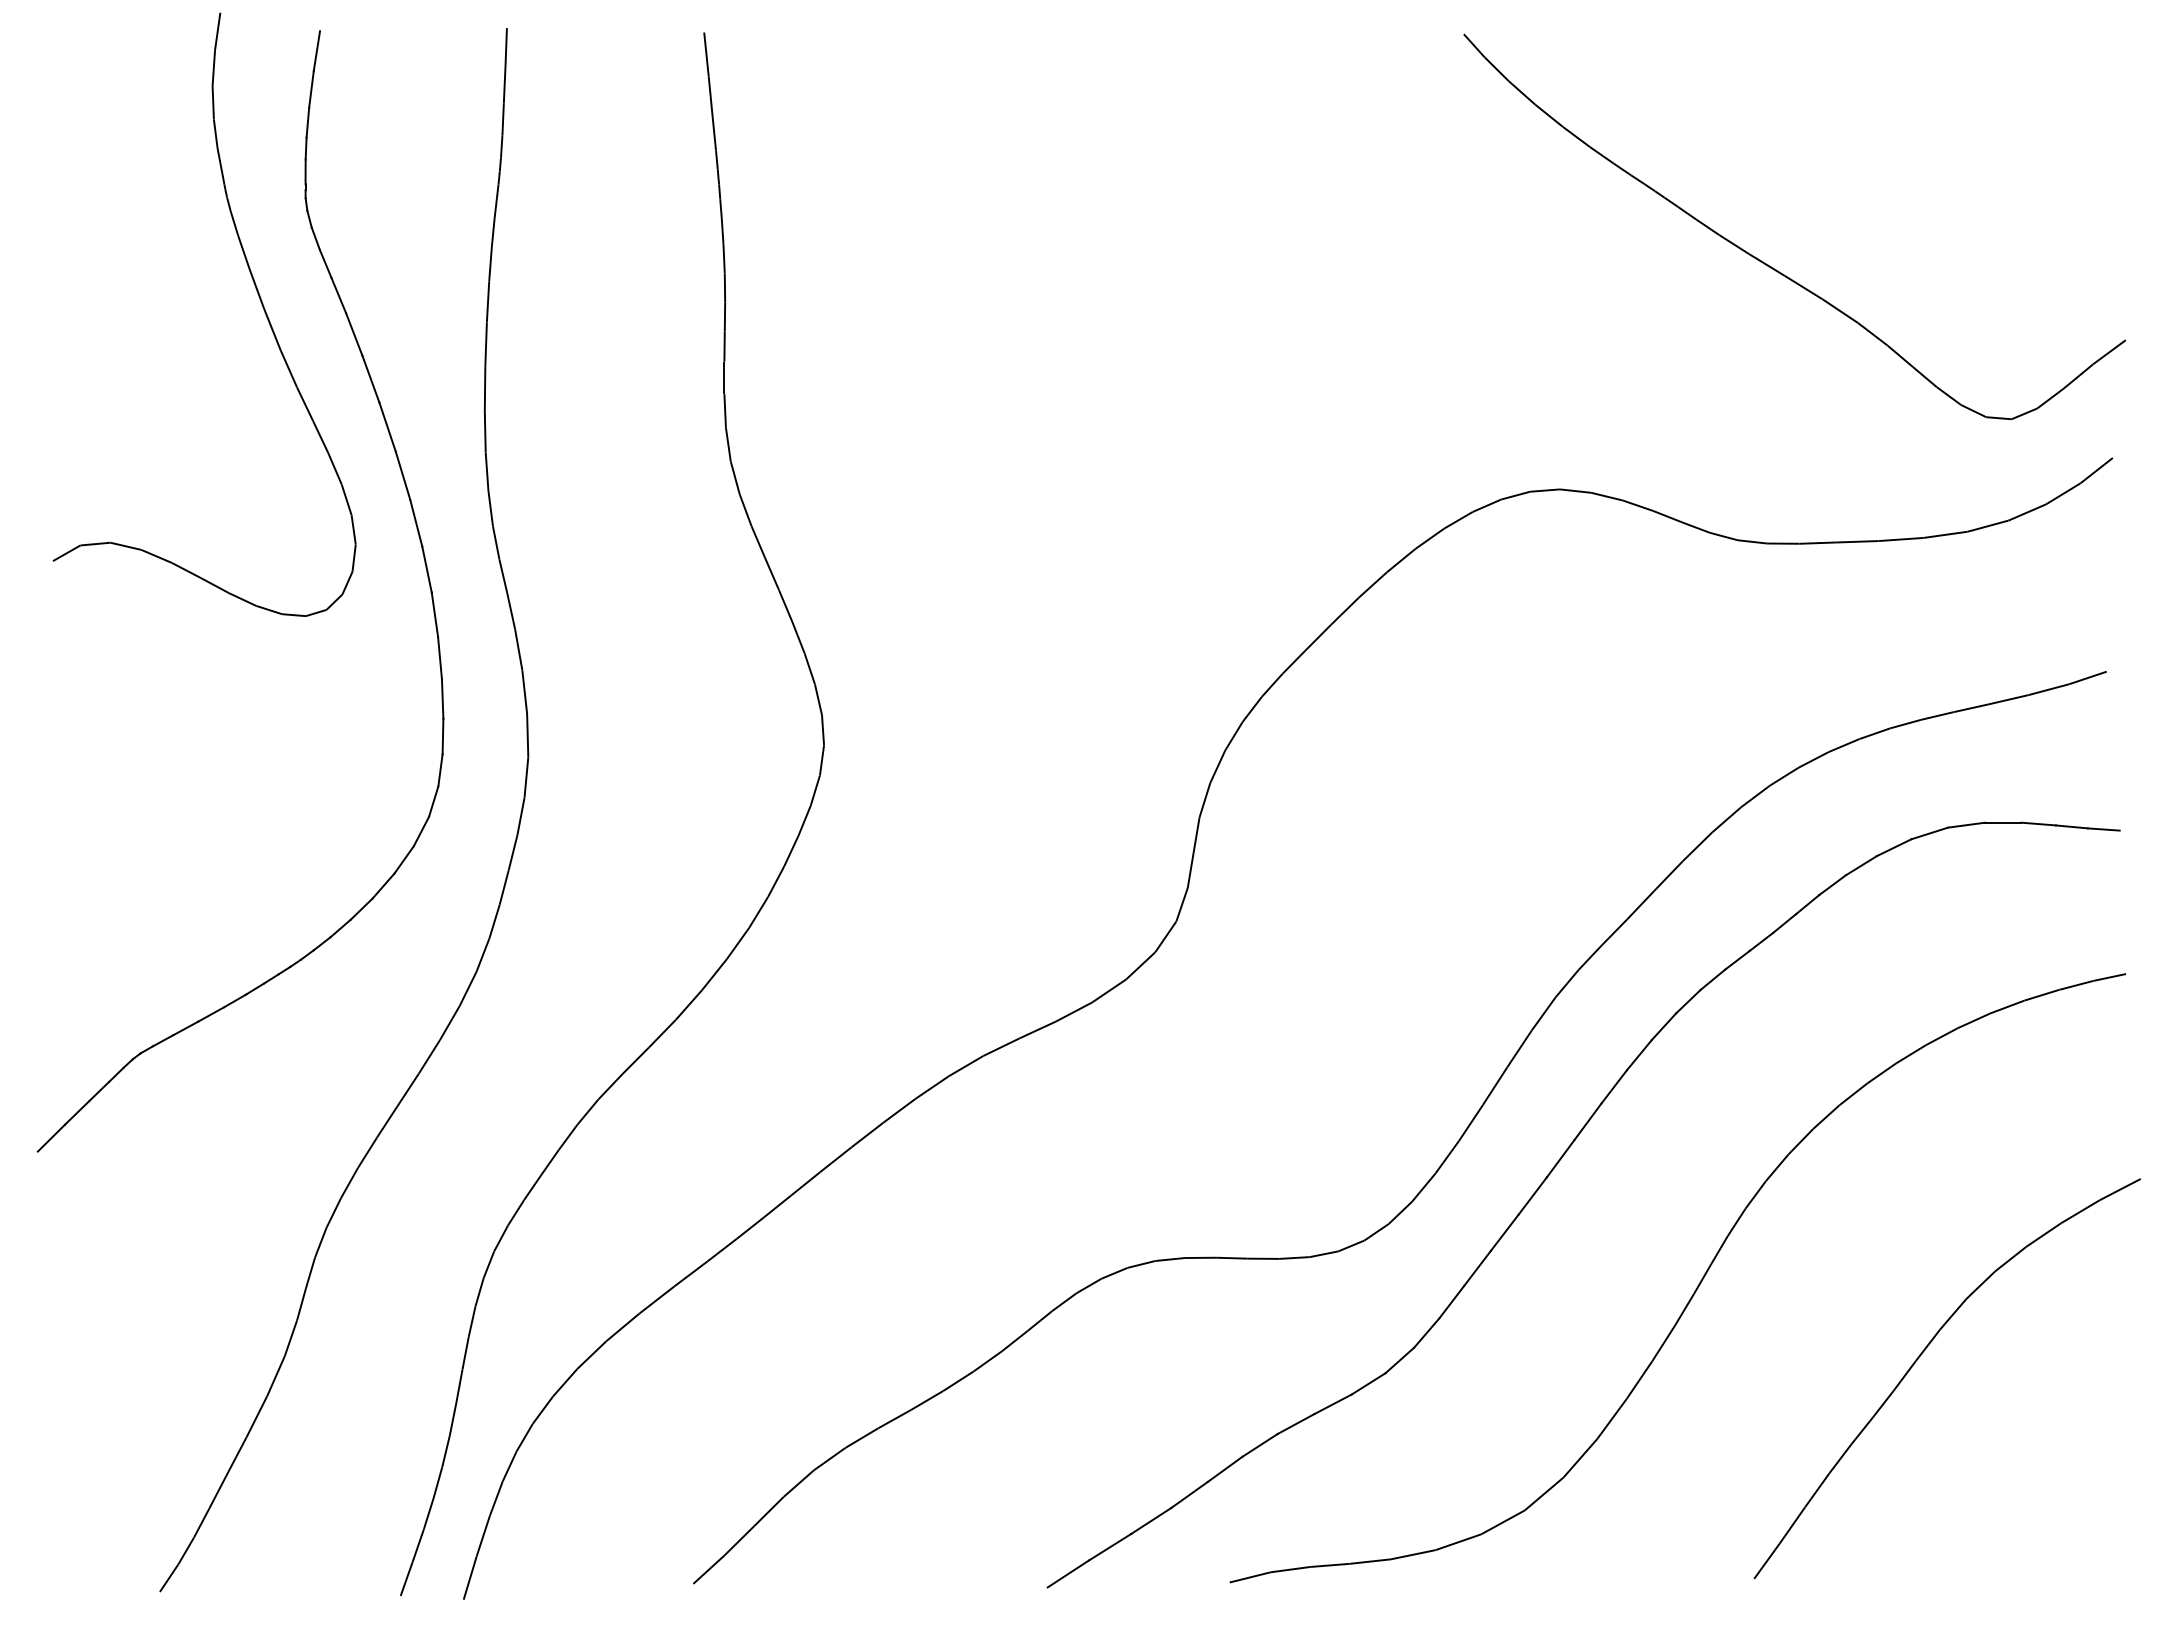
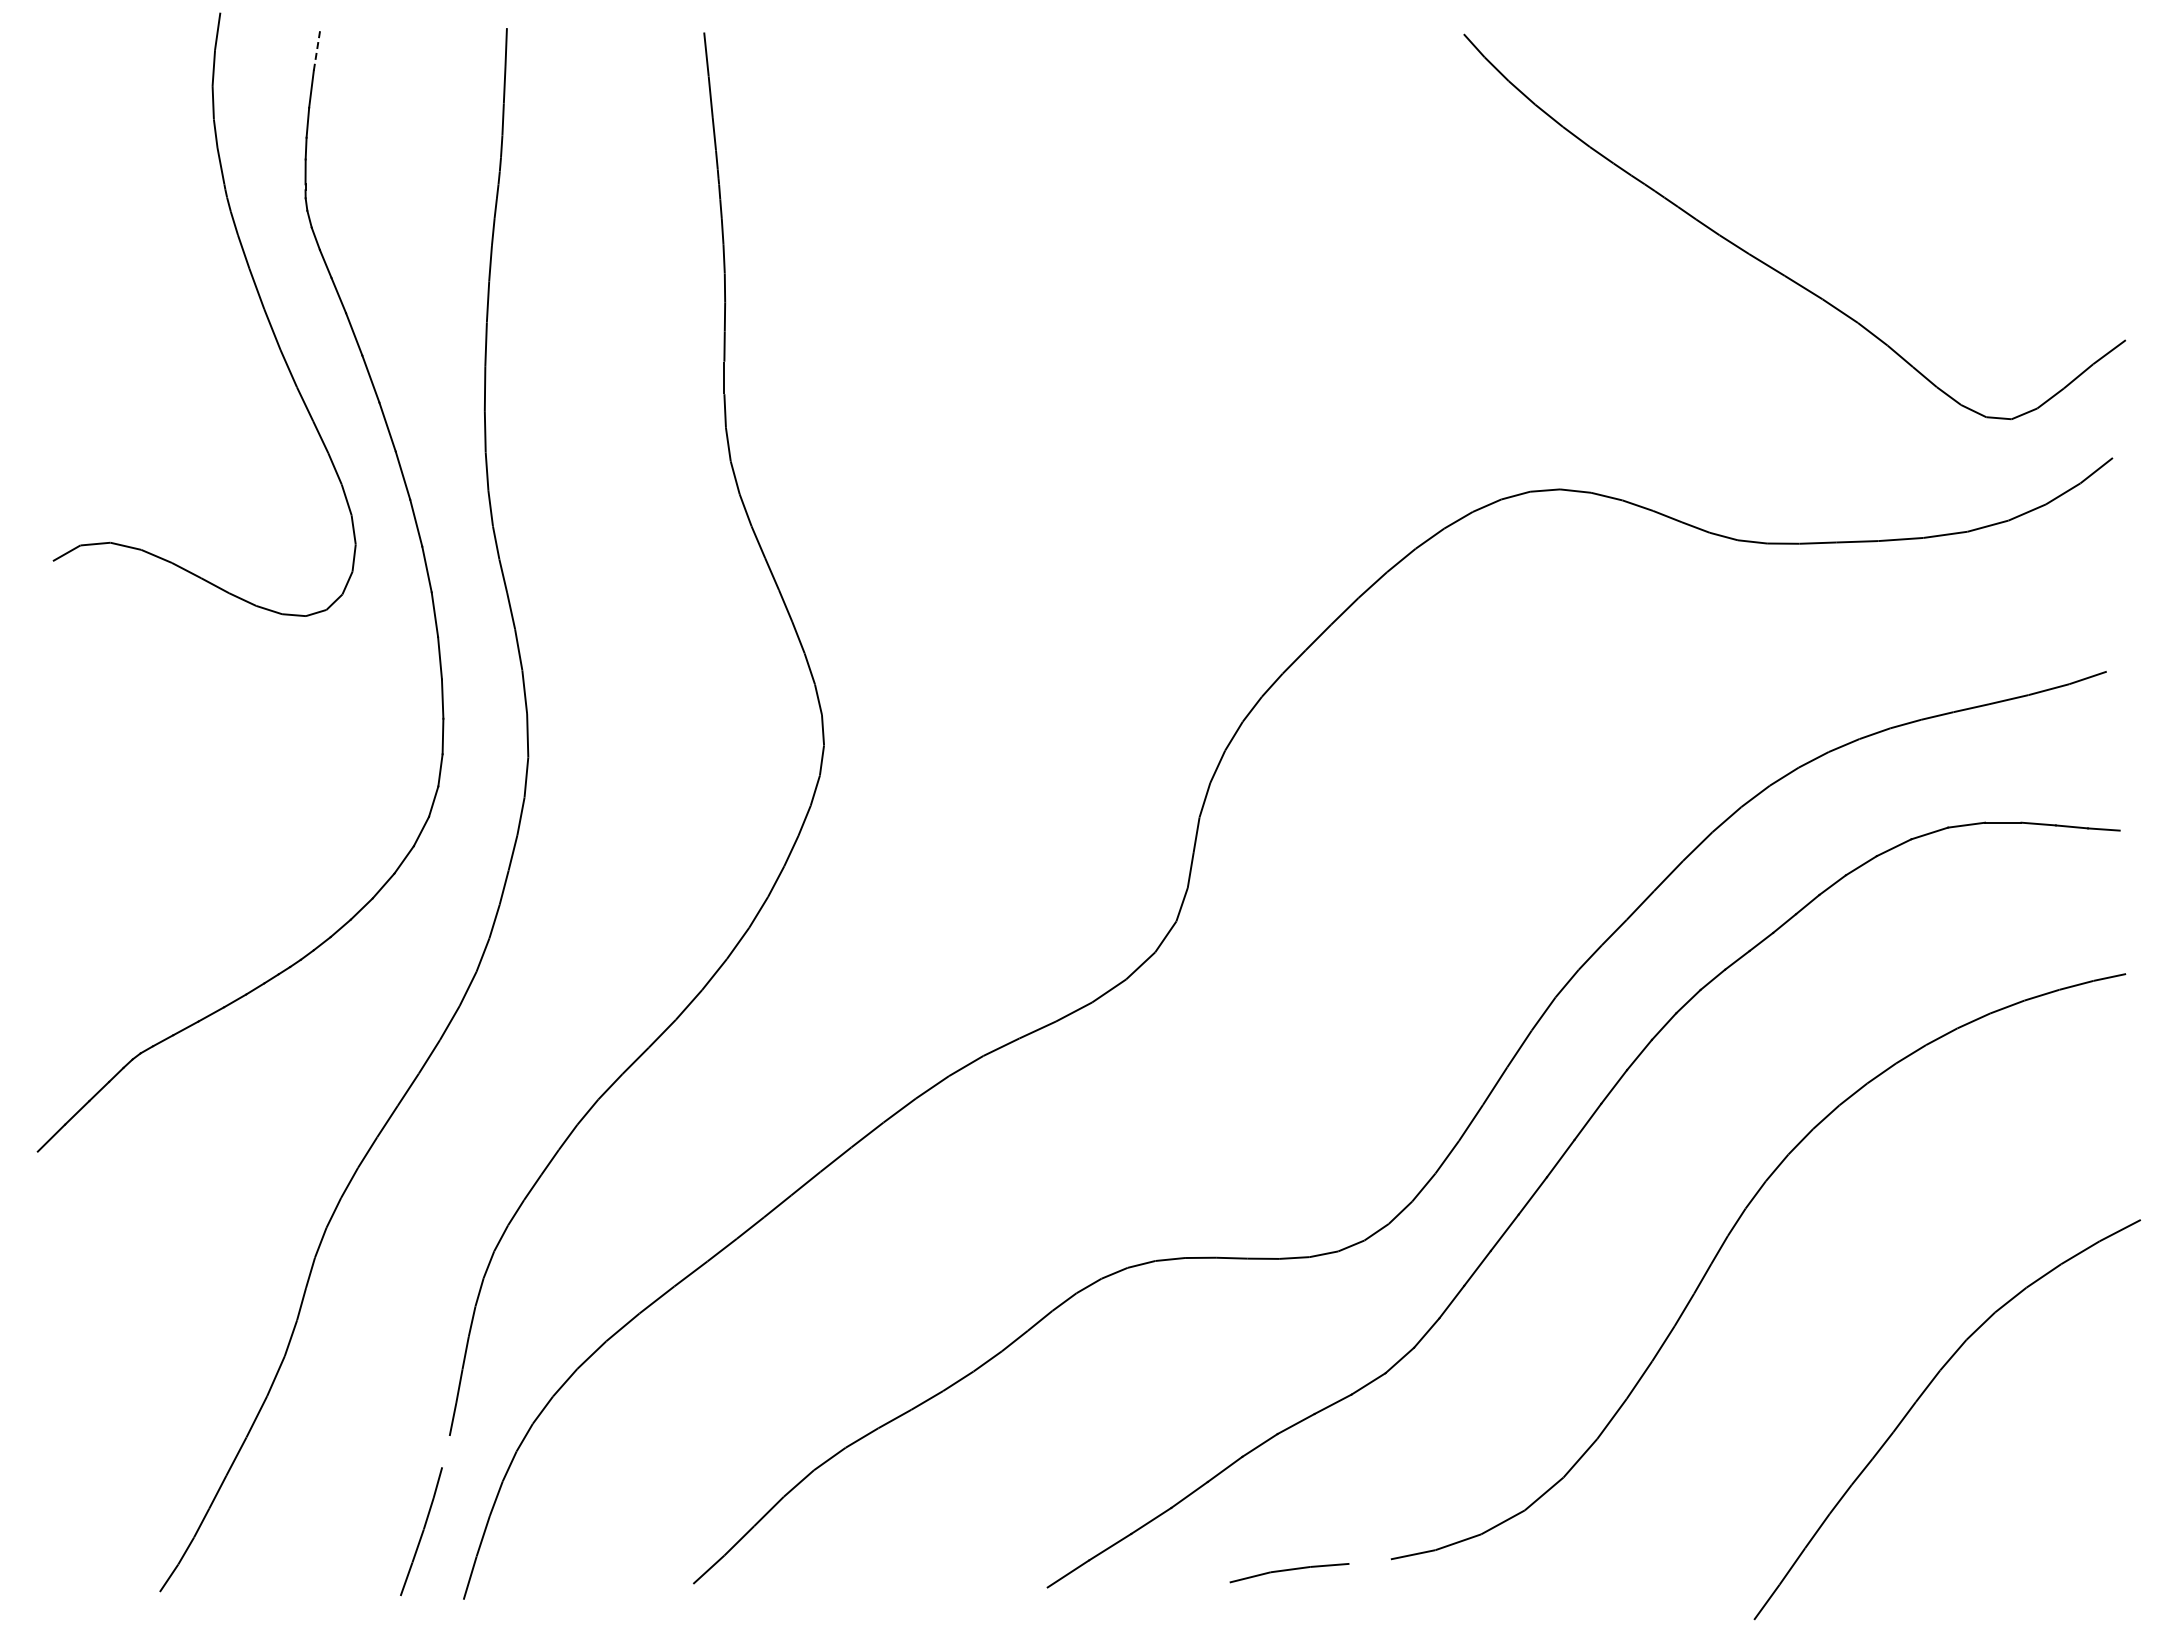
line at (316, 50): solid -> dashed
part at (1919, 1358) position: (1919, 1358) -> (1919, 1399)
line at (445, 1451): present -> none
line at (1369, 1561): present -> none
